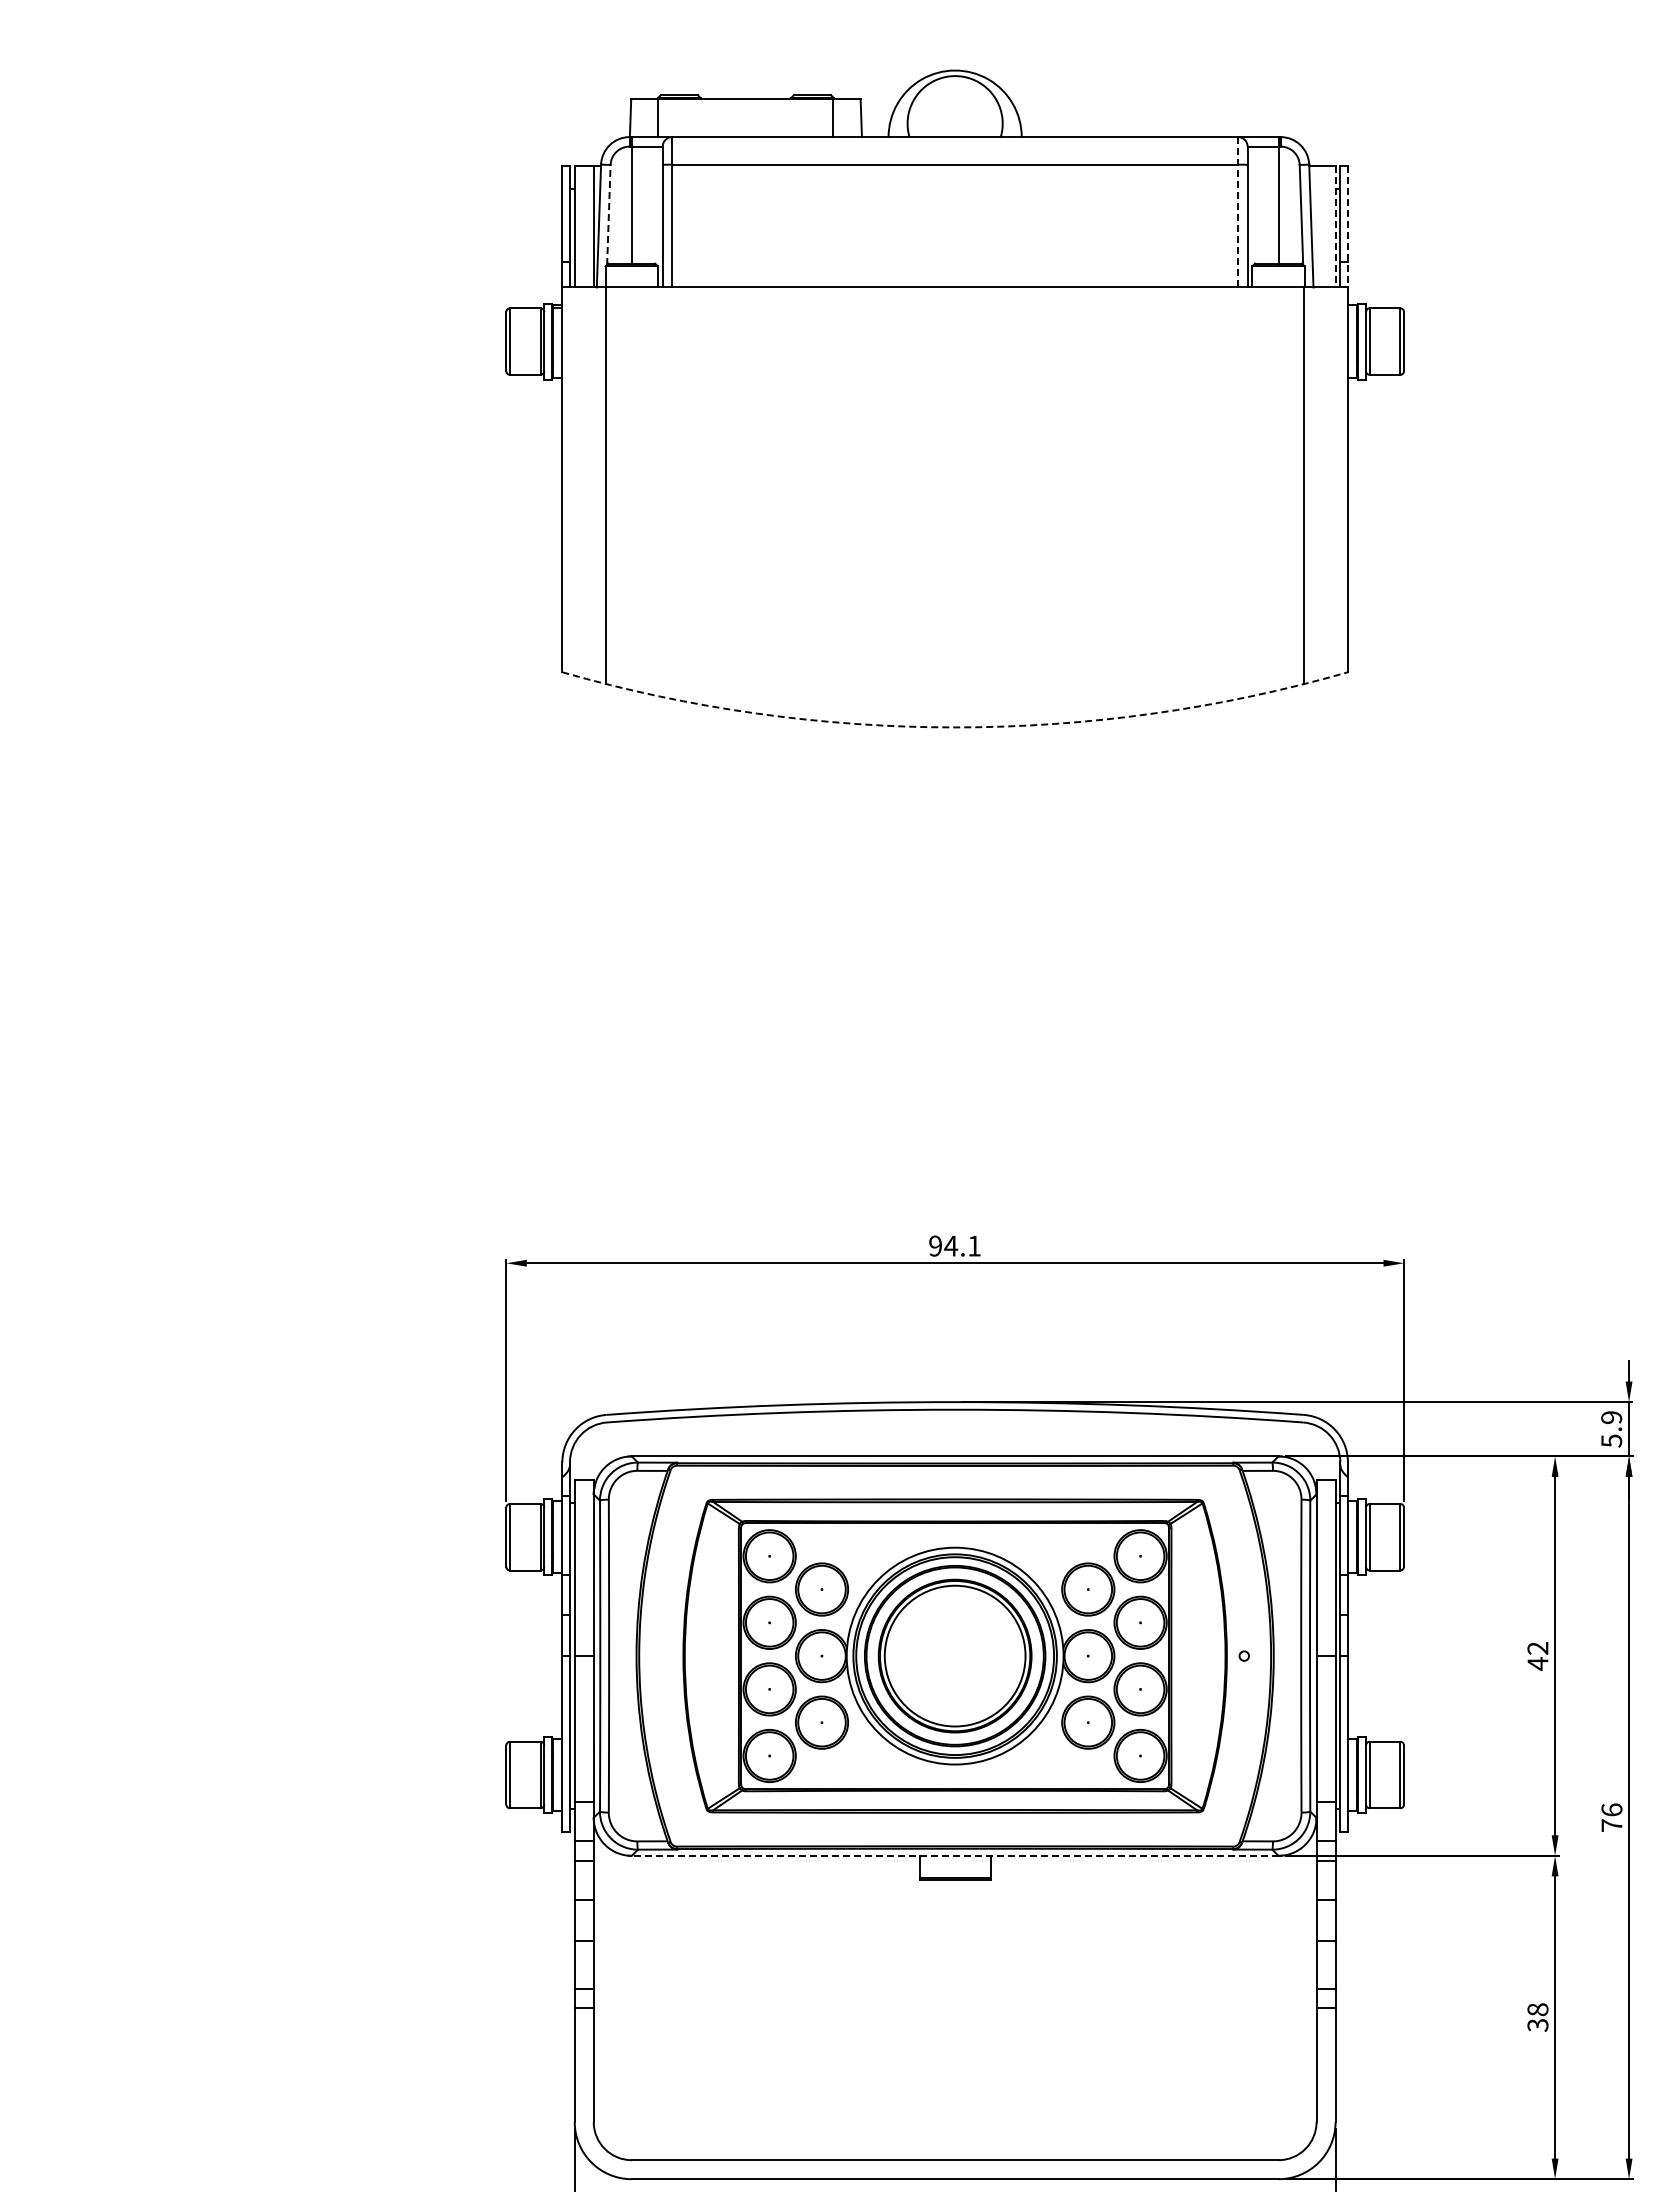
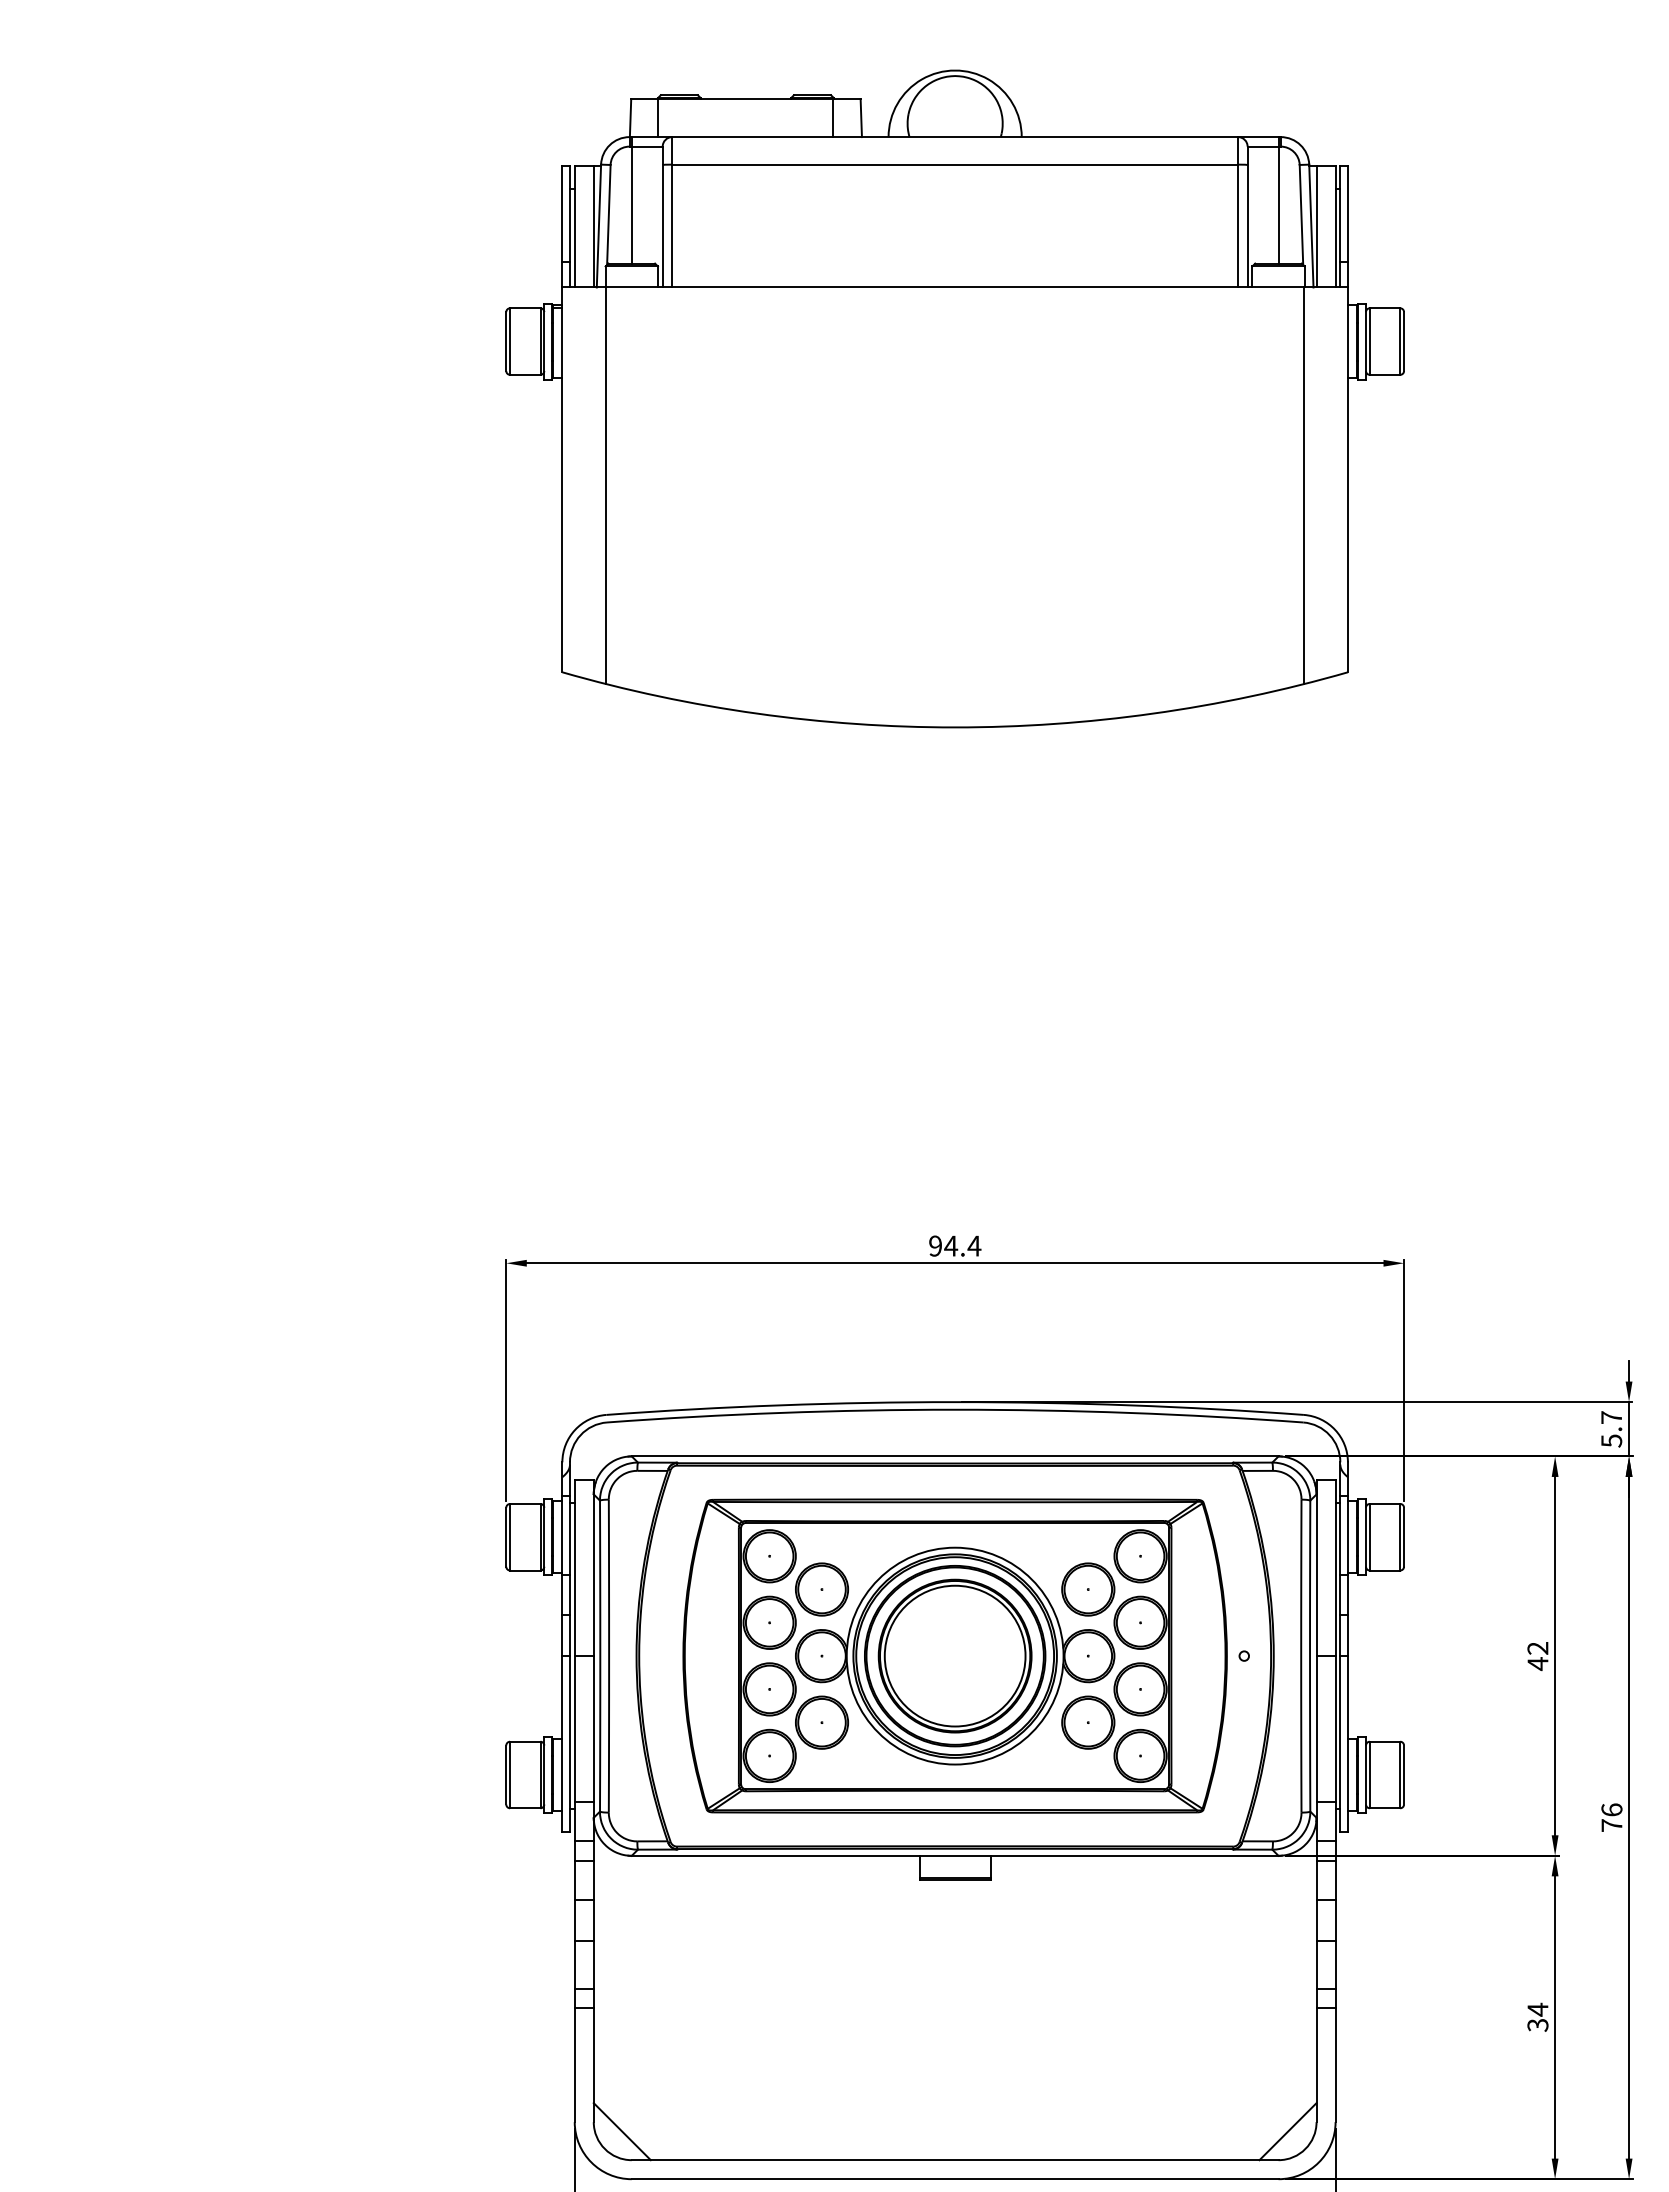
line at (1238, 211): dashed -> solid
line at (608, 214): dashed -> solid
line at (1316, 226): none -> present
line at (1335, 226): dashed -> solid
line at (1347, 226): dashed -> solid
arc at (955, 727): dashed -> solid
text at (974, 1245): 94.1 -> 94.4
text at (1611, 1417): 5.9 -> 5.7
line at (954, 1855): dashed -> solid
text at (1537, 2009): 38 -> 34
line at (621, 2131): none -> present
line at (1287, 2131): none -> present
